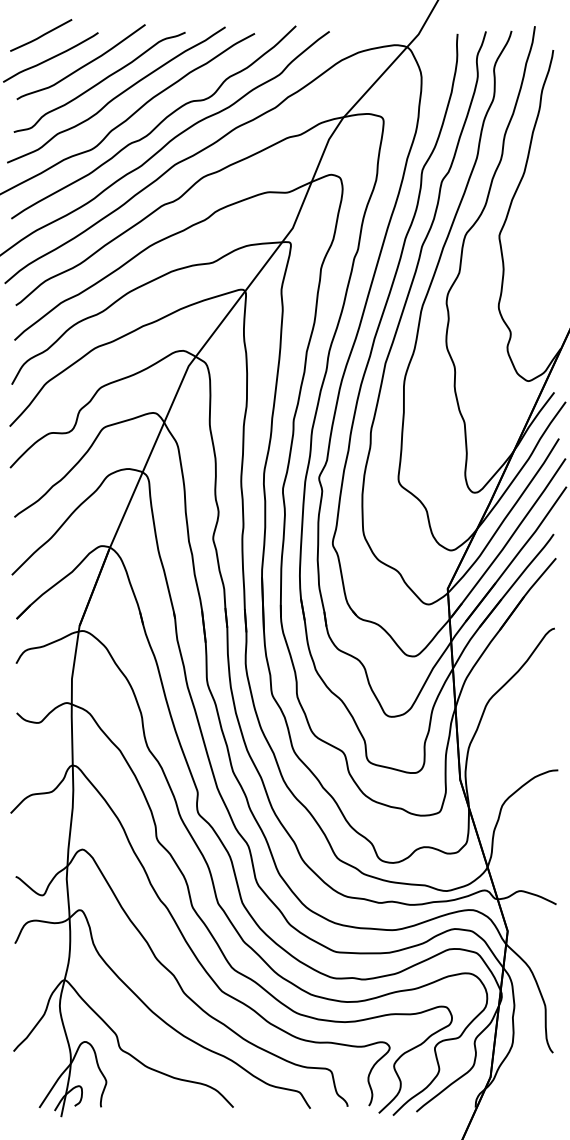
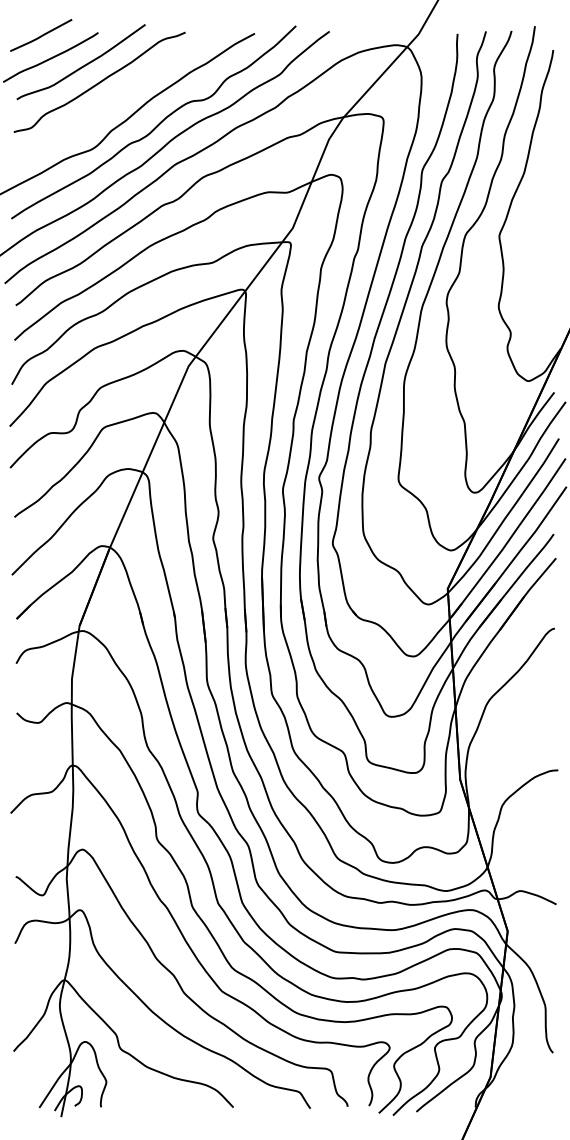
curve at (116, 95): present -> none
